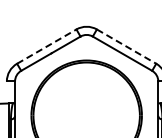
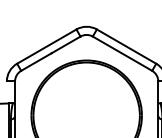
line at (47, 46): dashed -> solid
line at (127, 46): dashed -> solid
